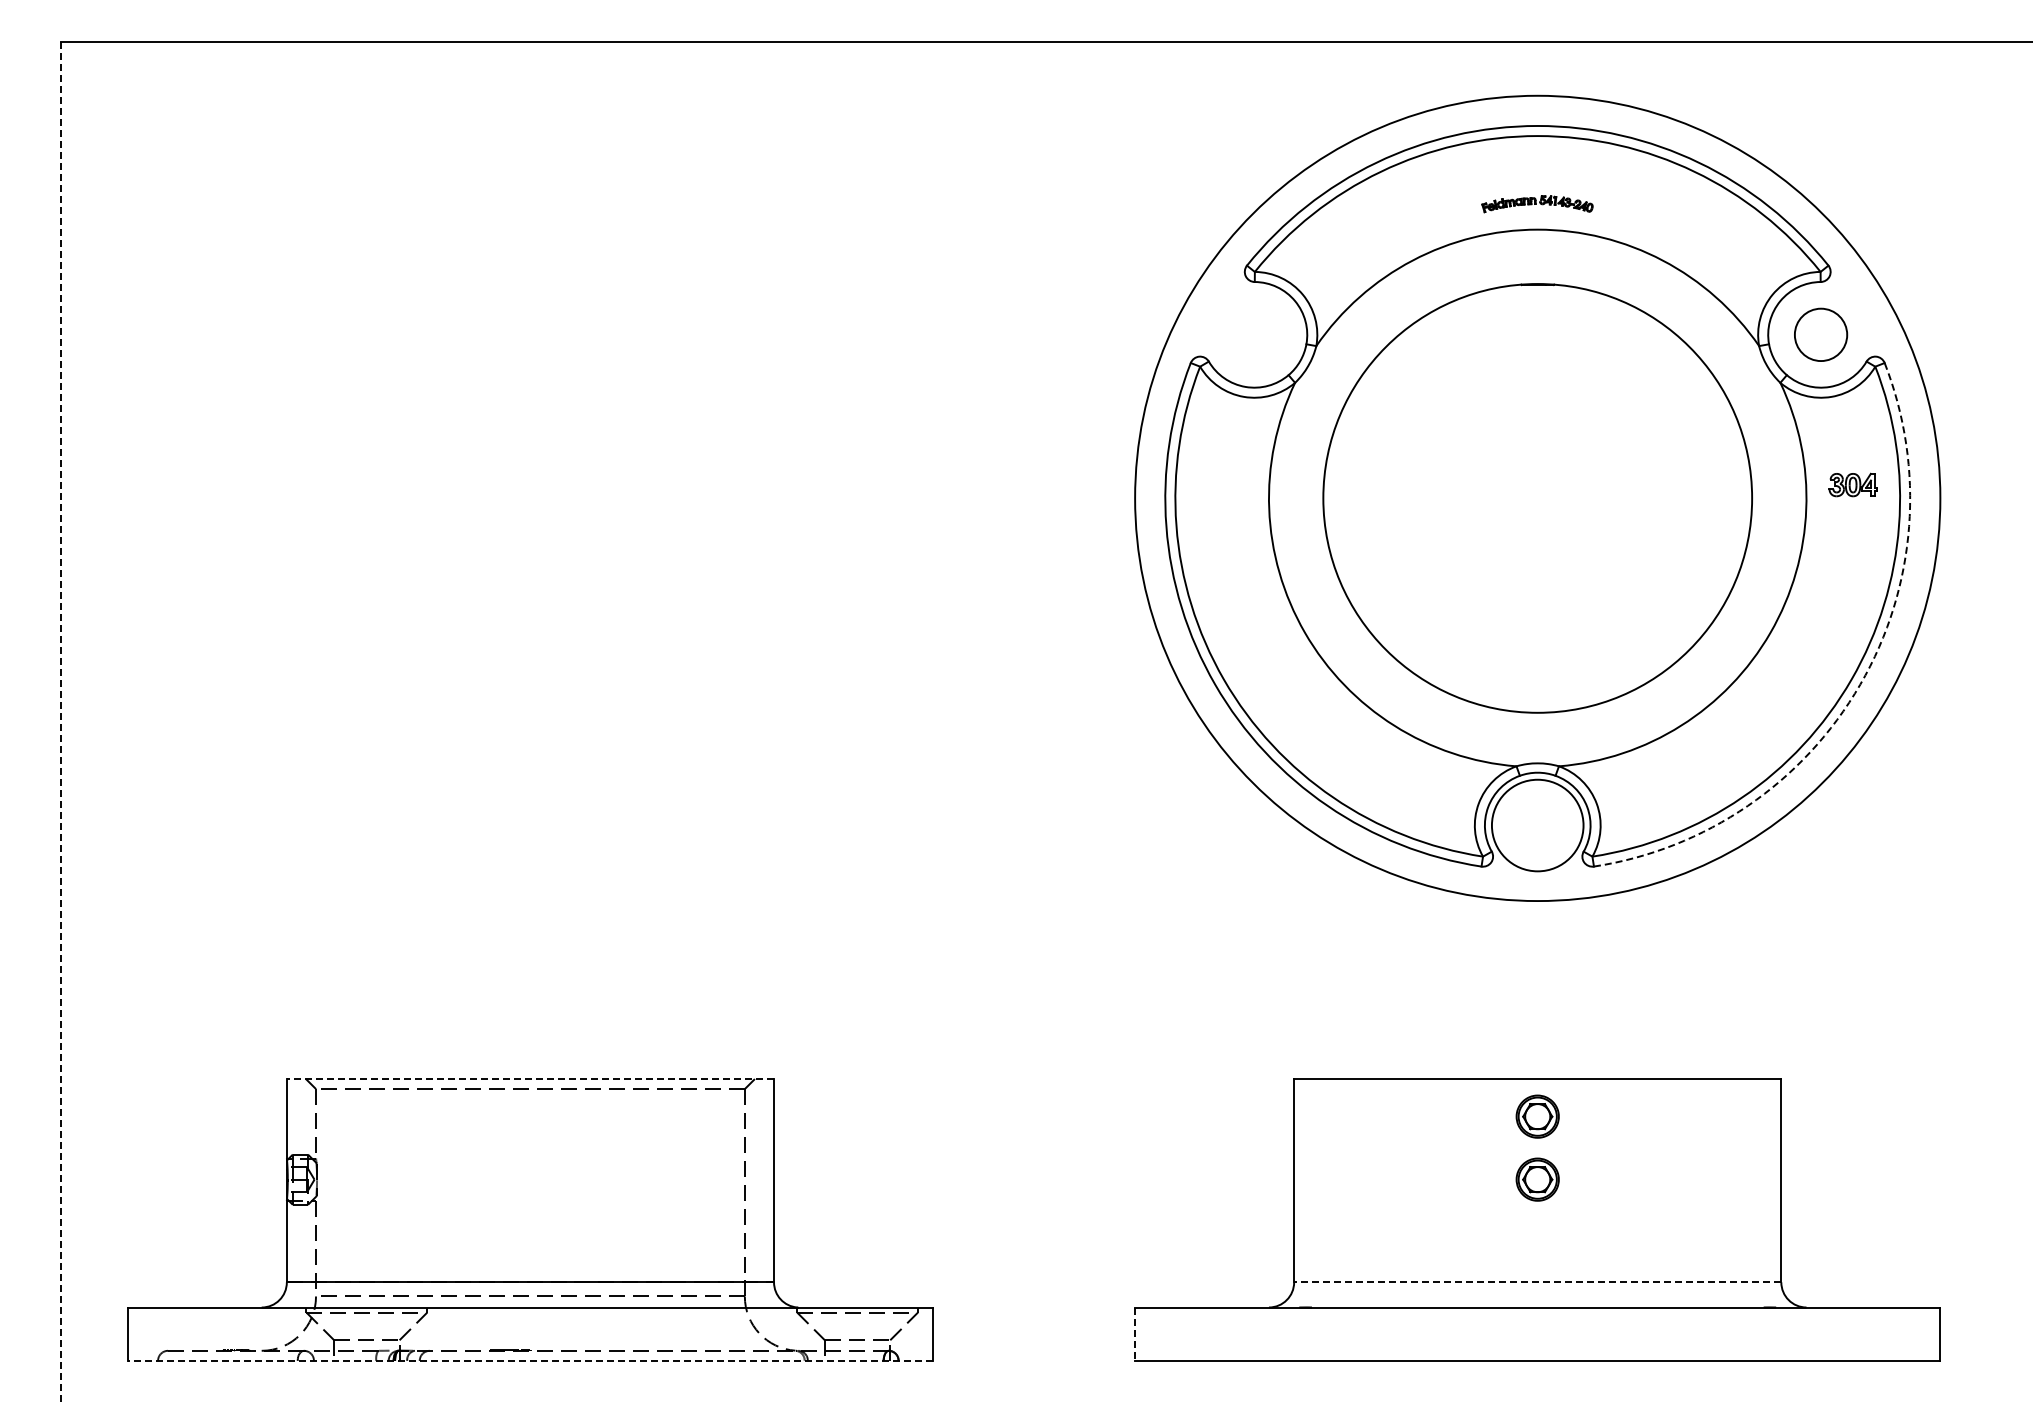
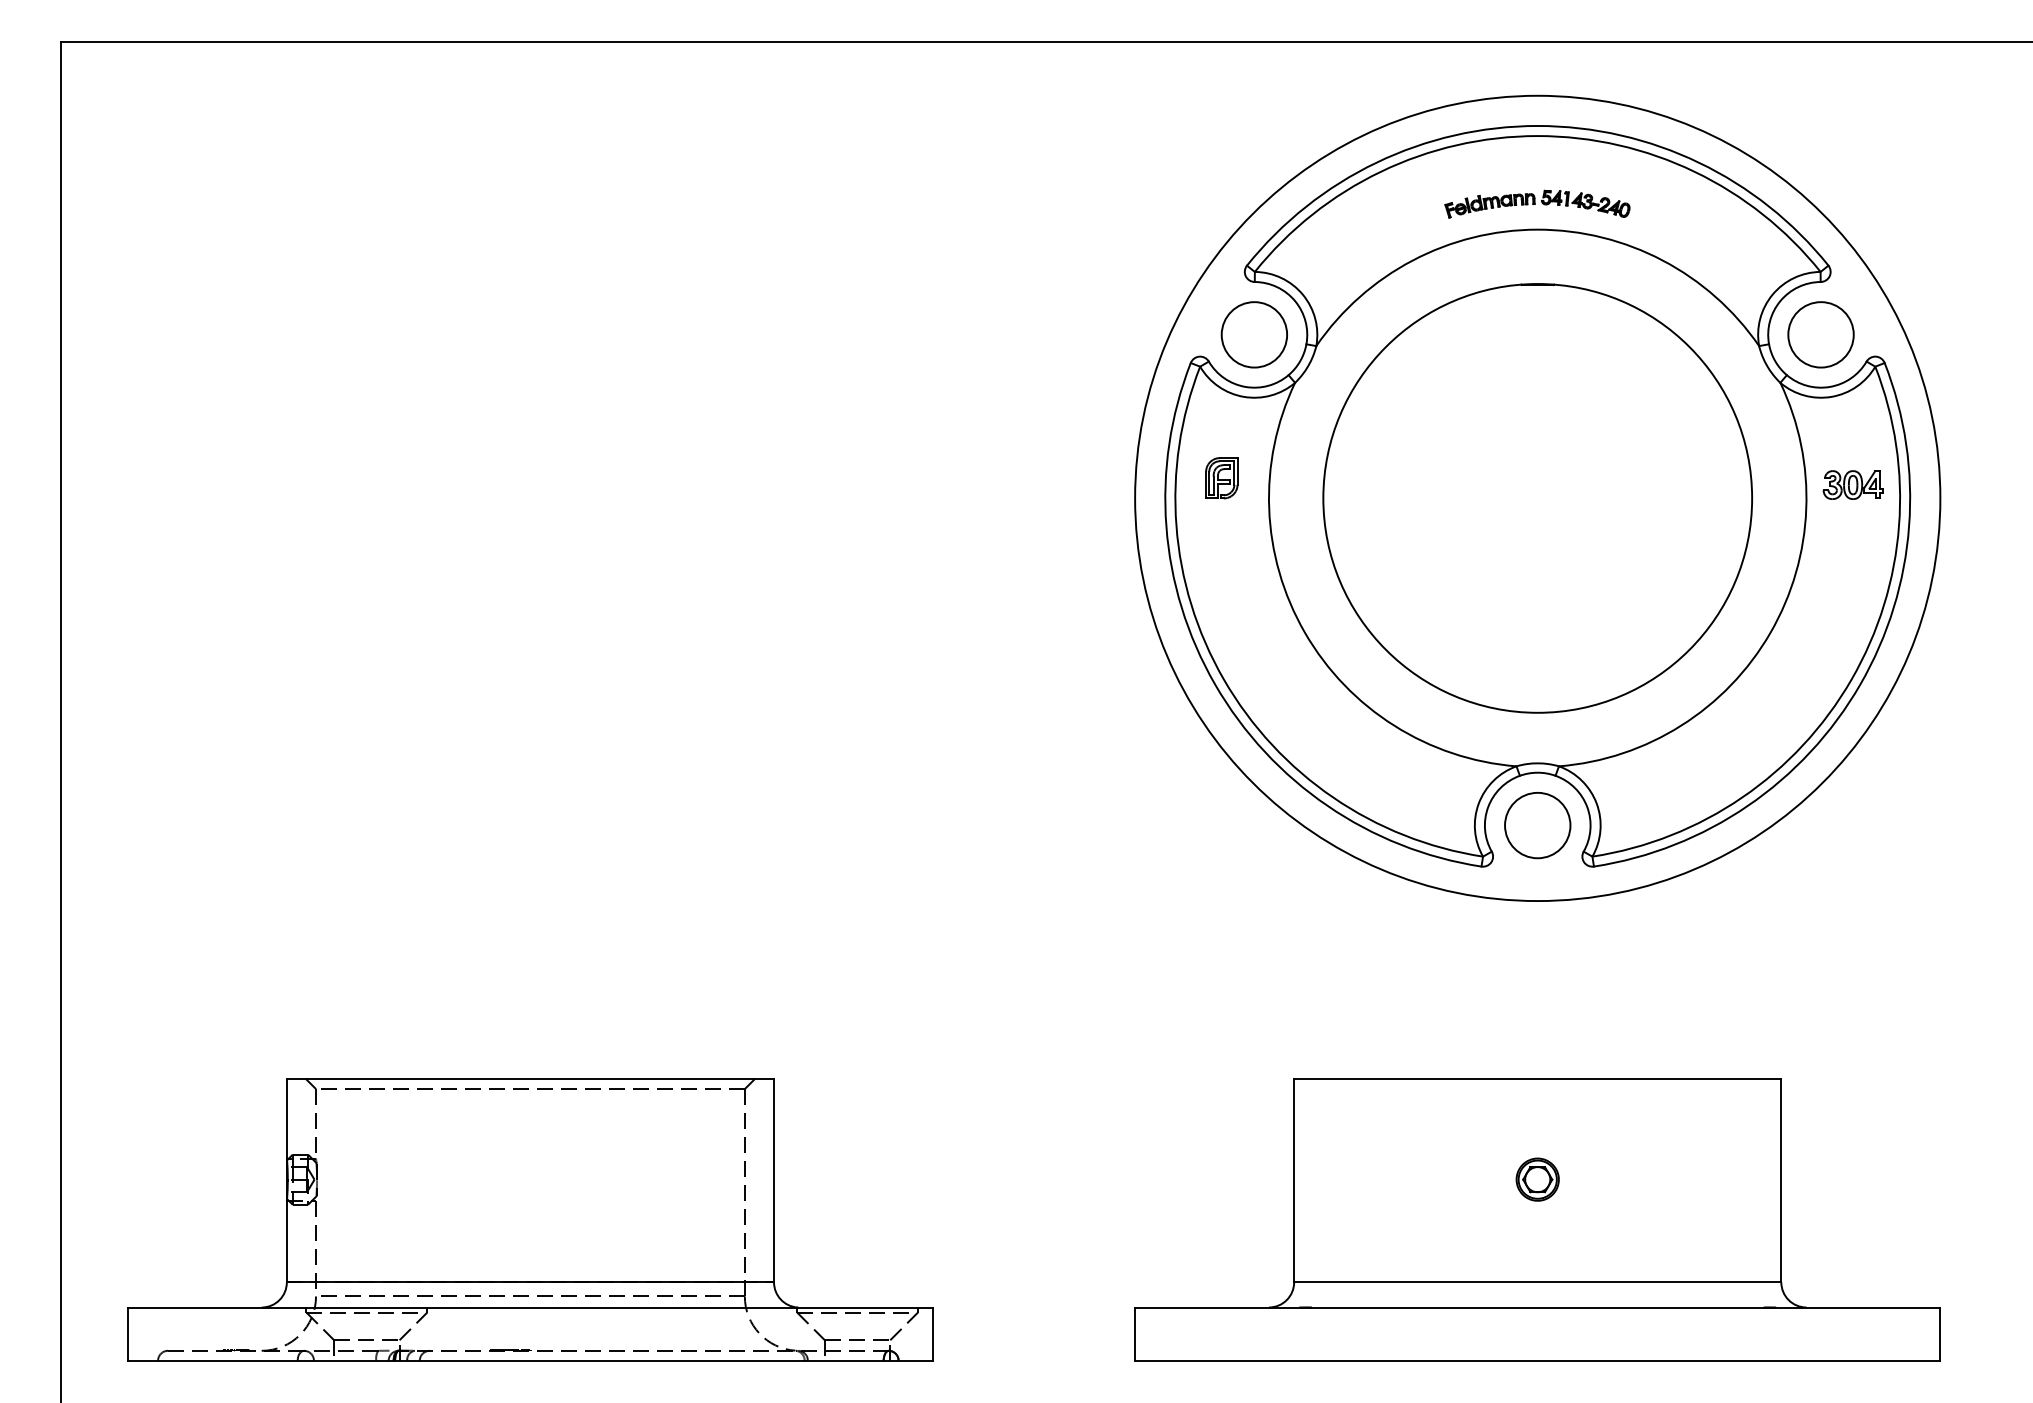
part at (1537, 204) size: 113x19 px -> 187x30 px
circle at (1253, 334): none -> present
circle at (1821, 334) size: 55x55 px -> 68x68 px
part at (1221, 478): none -> present
part at (1852, 484) size: 50x26 px -> 62x30 px
arc at (1860, 684): dashed -> solid
line at (60, 722): dashed -> solid
circle at (1537, 825) diameter: 92 px -> 65 px
line at (530, 1079): dashed -> solid
part at (1537, 1116): present -> none
line at (1537, 1282): dashed -> solid
line at (1135, 1334): dashed -> solid
line at (530, 1360): dashed -> solid
